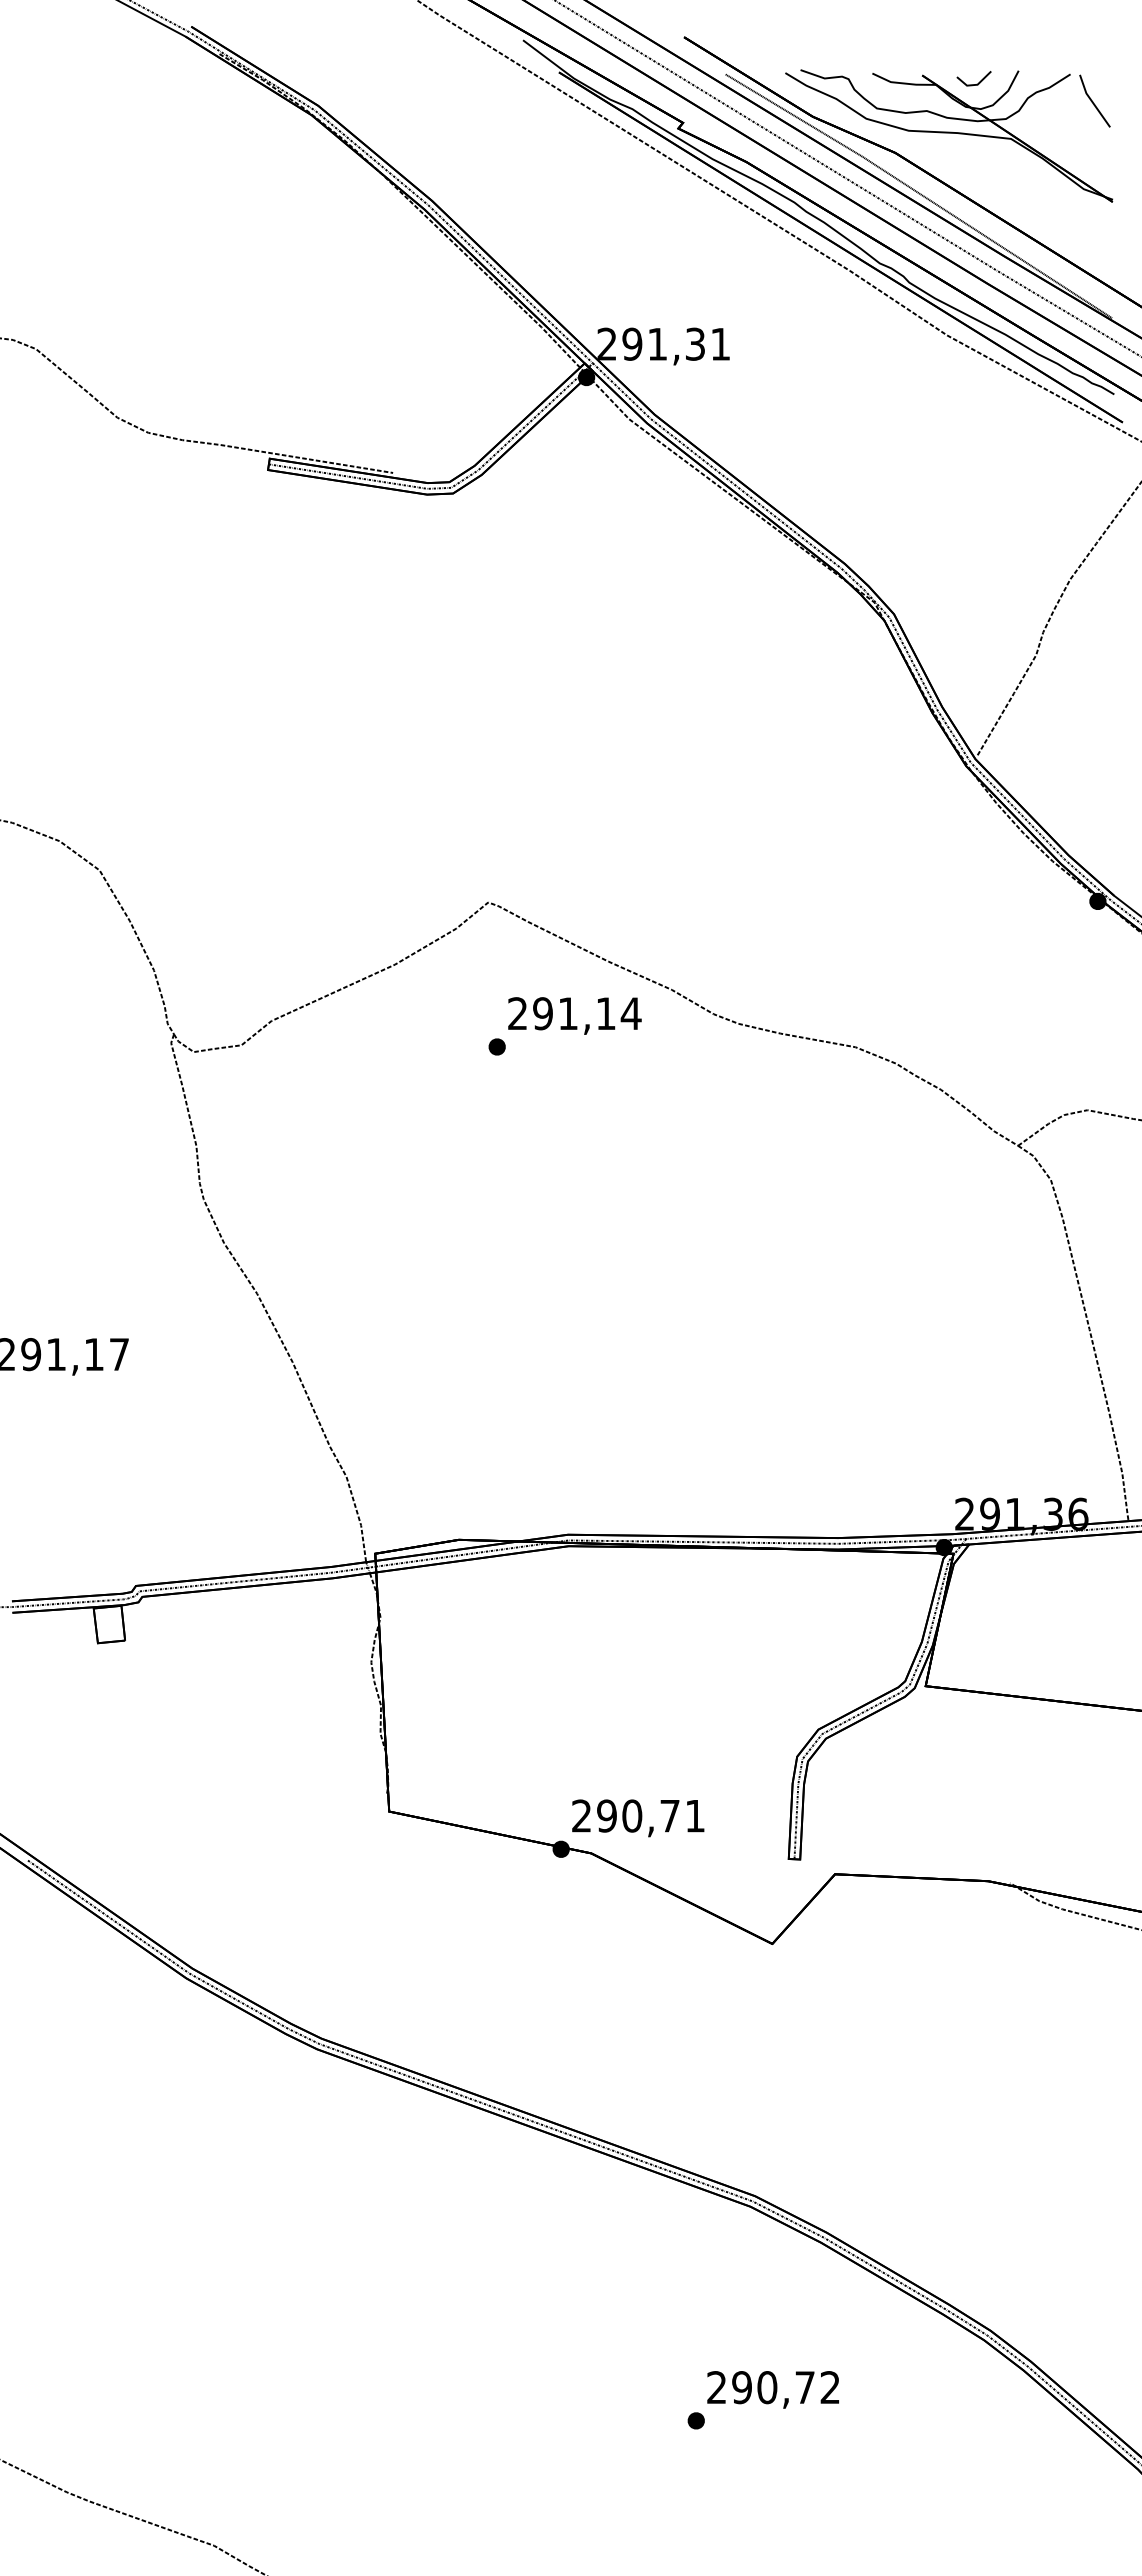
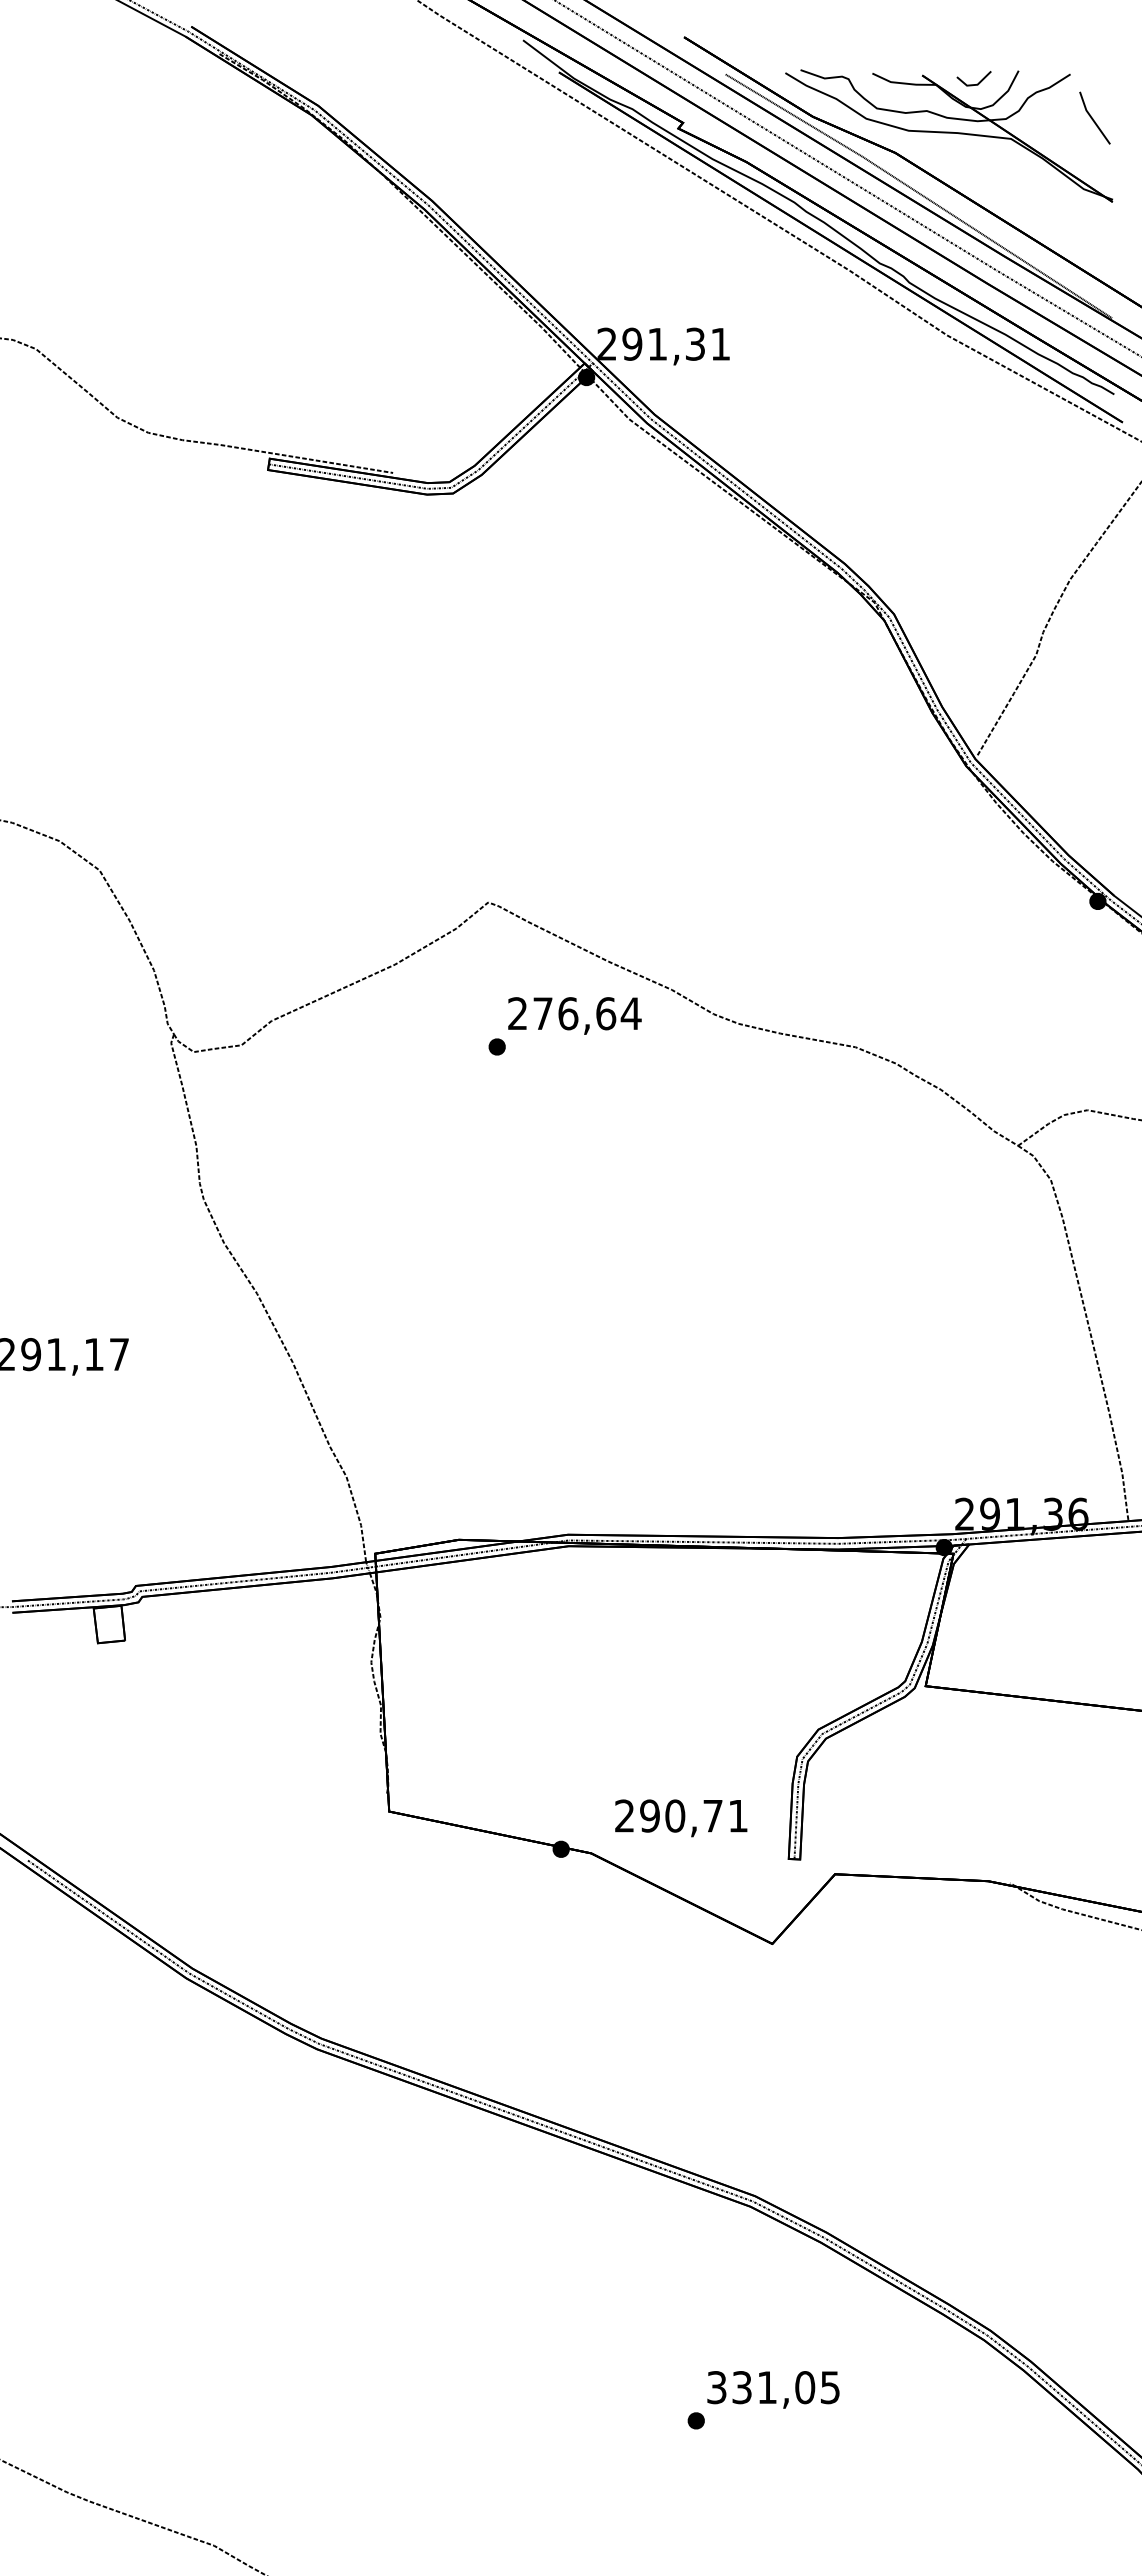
line at (1093, 101) position: (1093, 101) -> (1093, 118)
text at (574, 1013): 291,14 -> 276,64
text at (638, 1818) position: (638, 1818) -> (681, 1818)
text at (773, 2387): 290,72 -> 331,05
